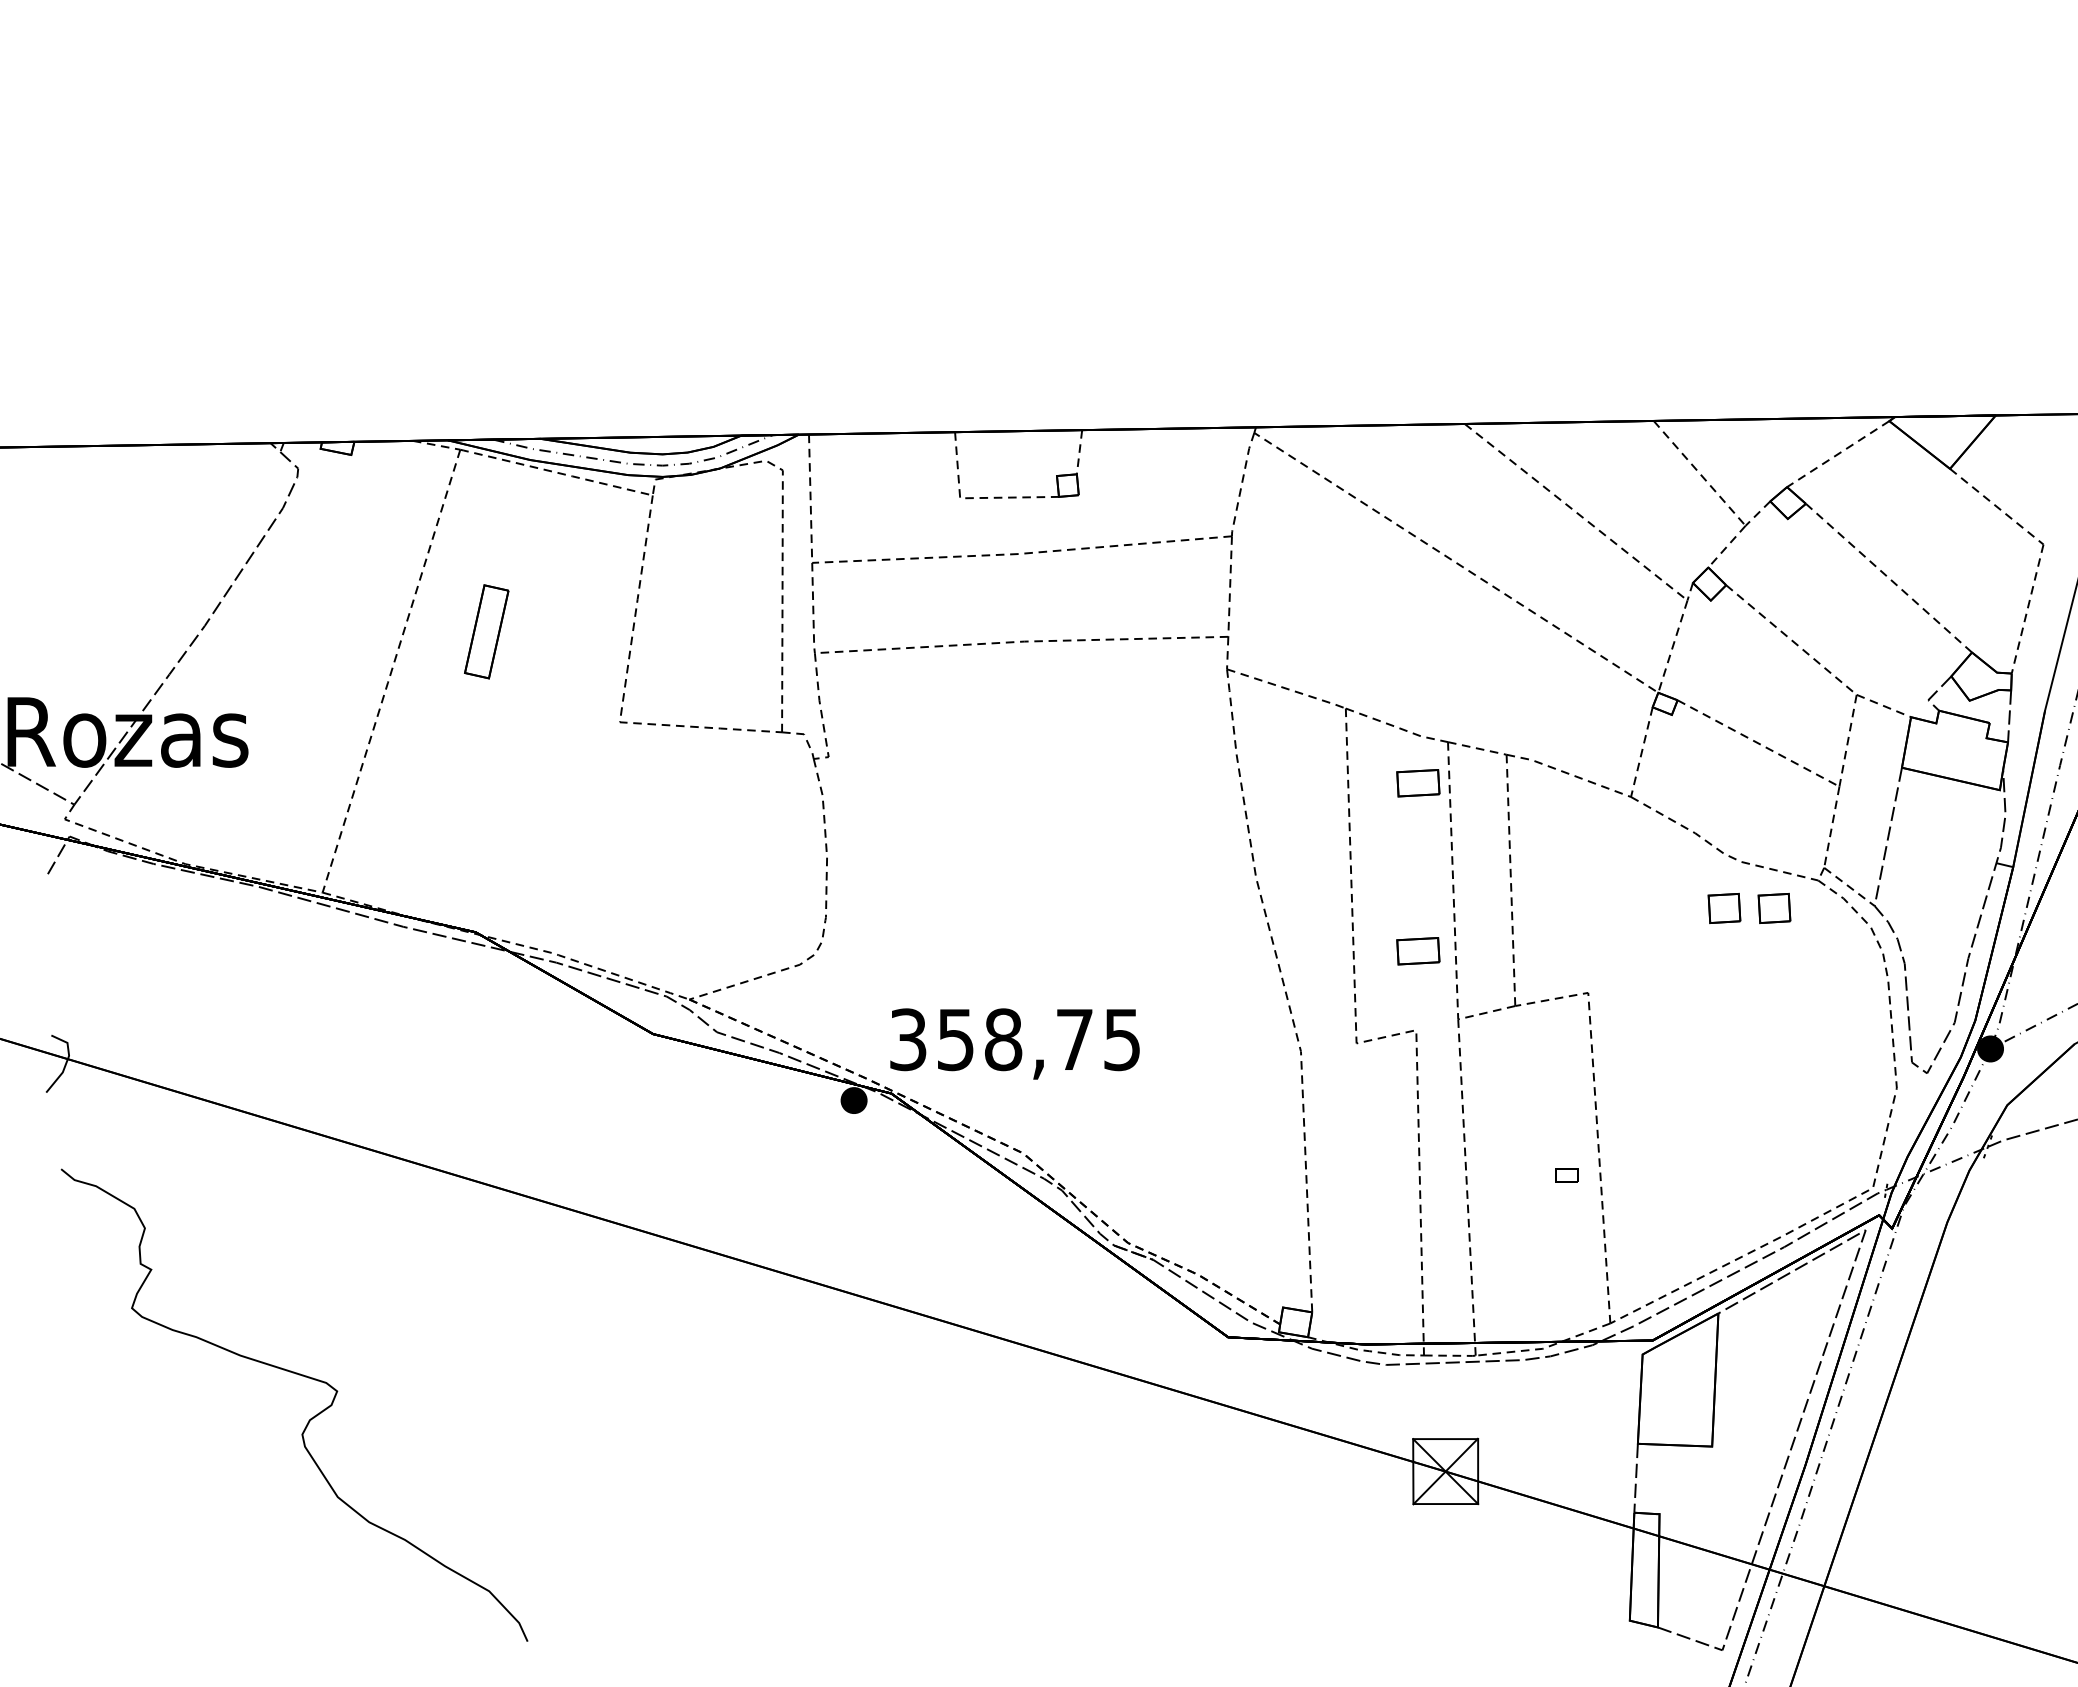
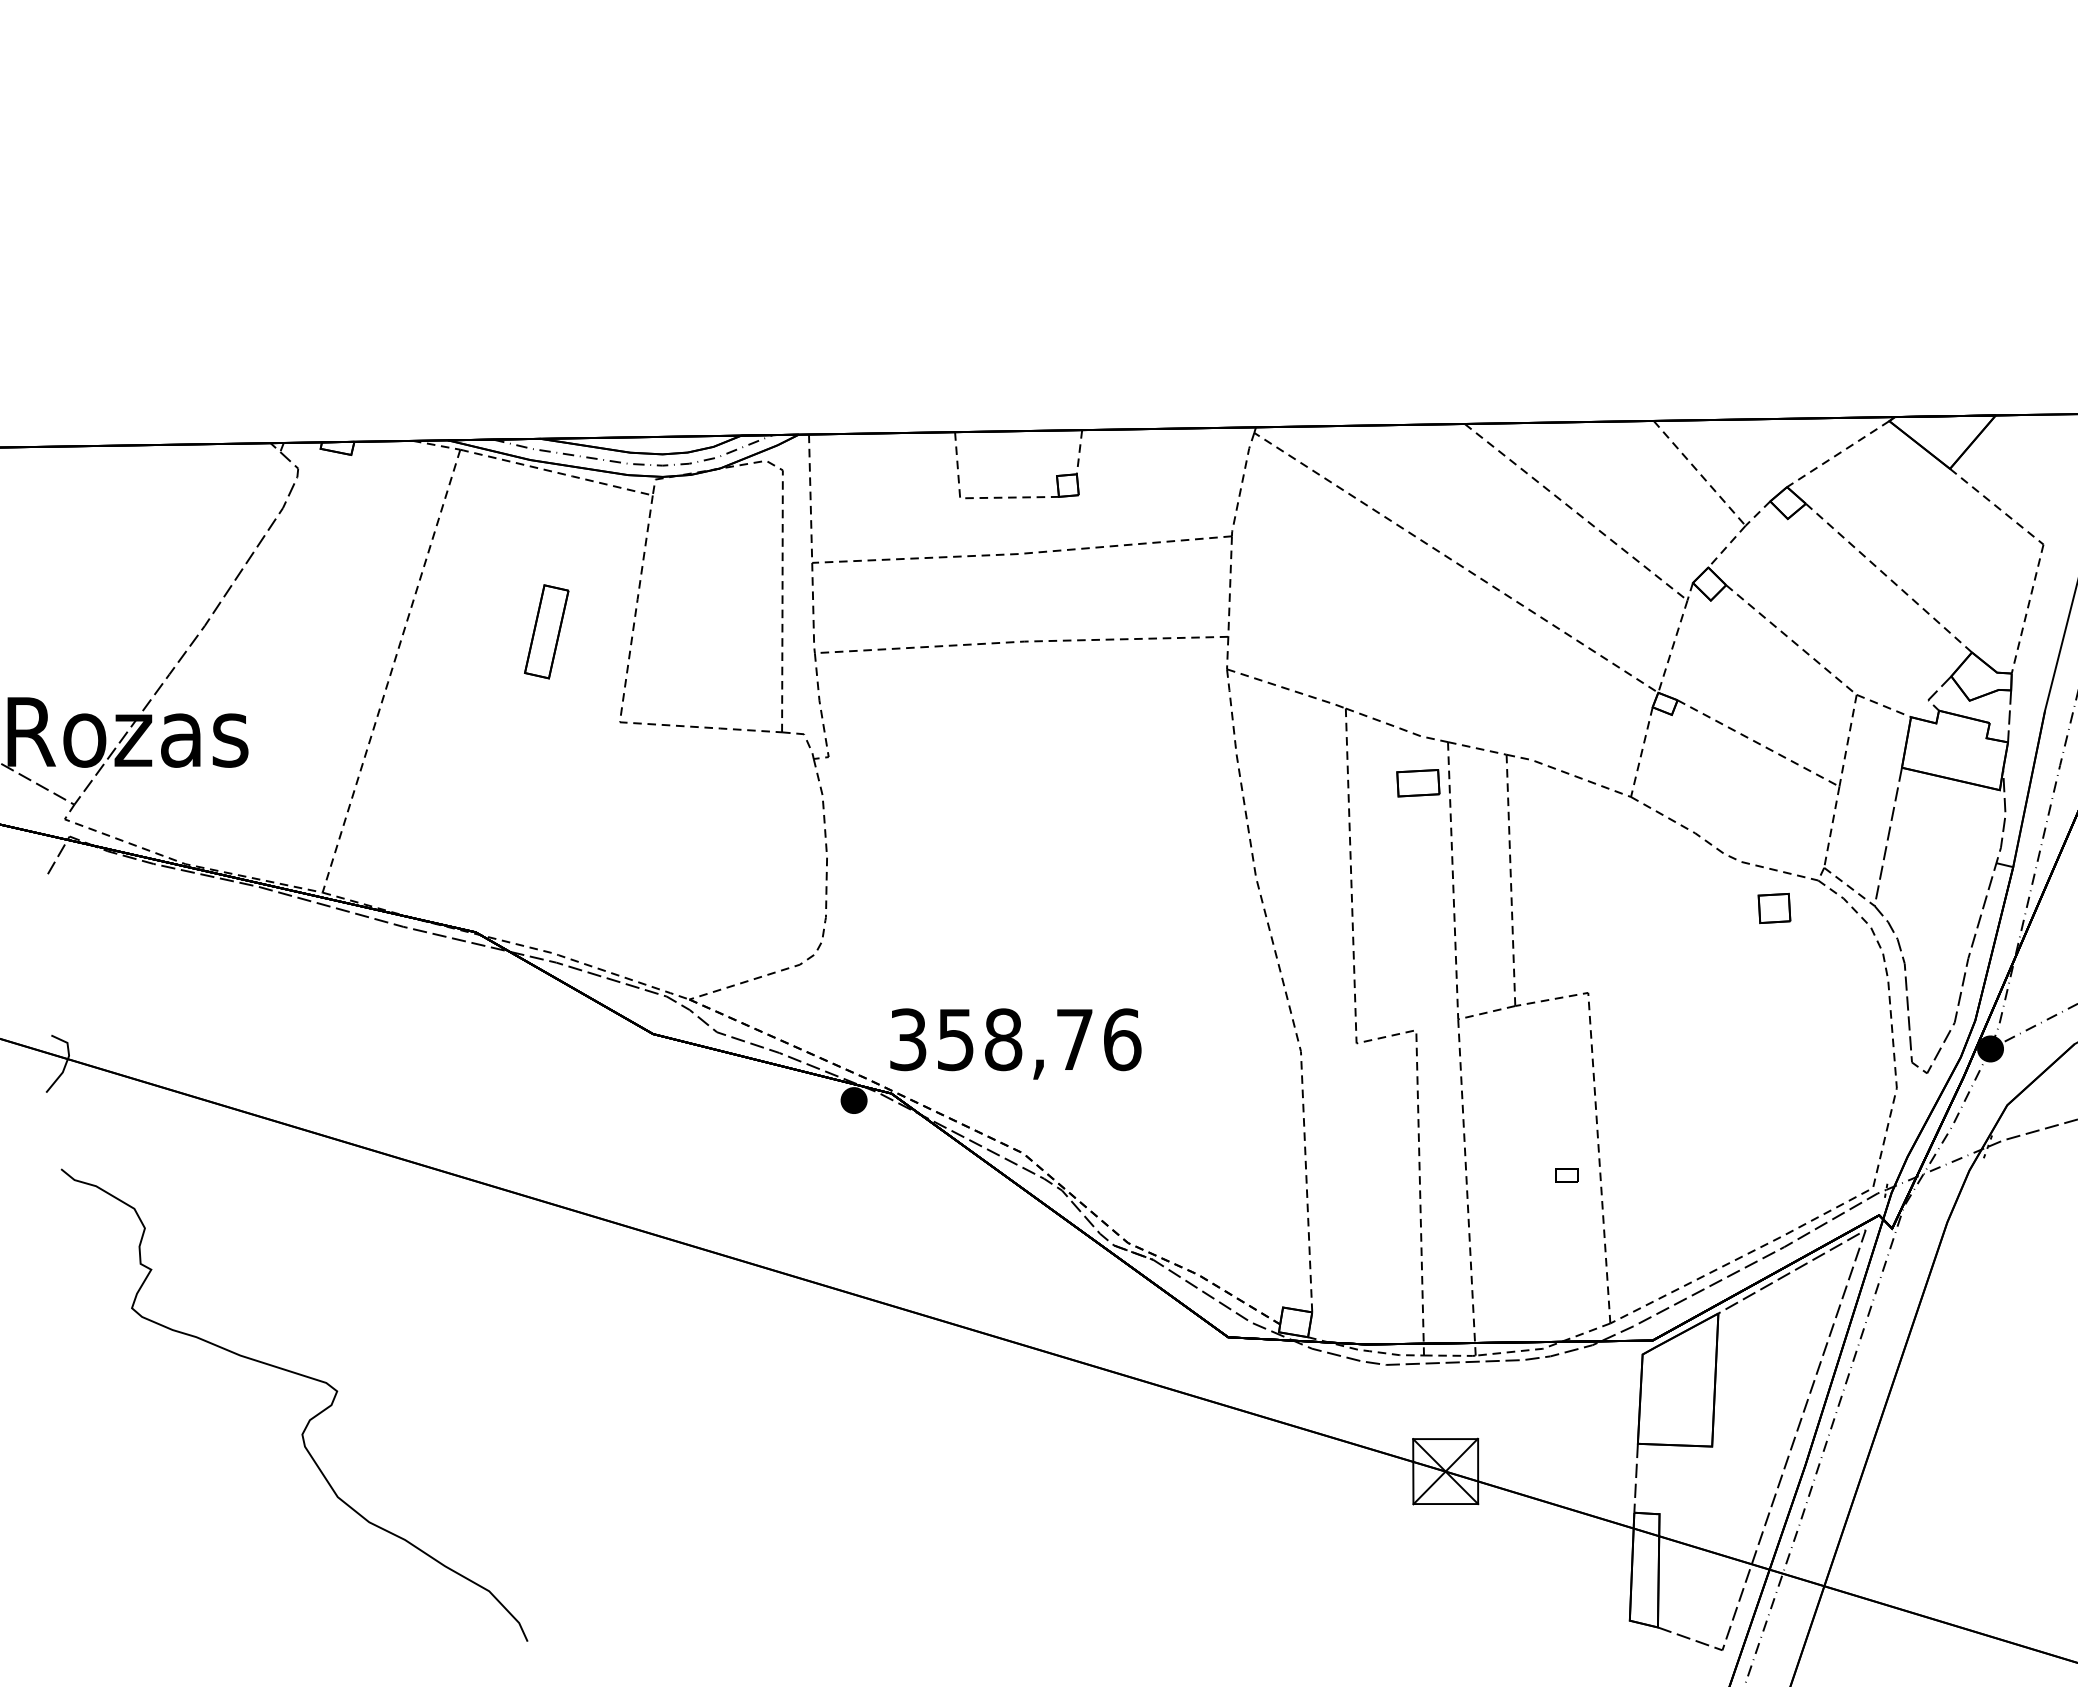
part at (486, 631) position: (486, 631) -> (546, 631)
part at (1724, 907): present -> none
part at (1418, 951): present -> none
text at (1122, 1039): 358,75 -> 358,76
